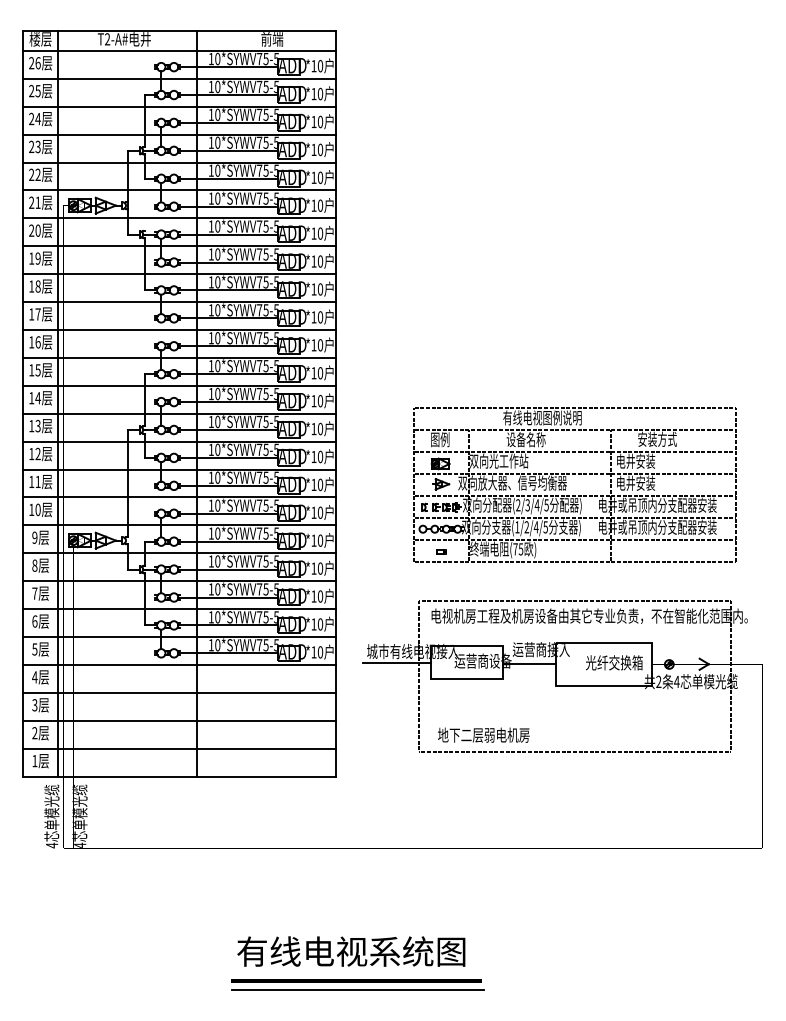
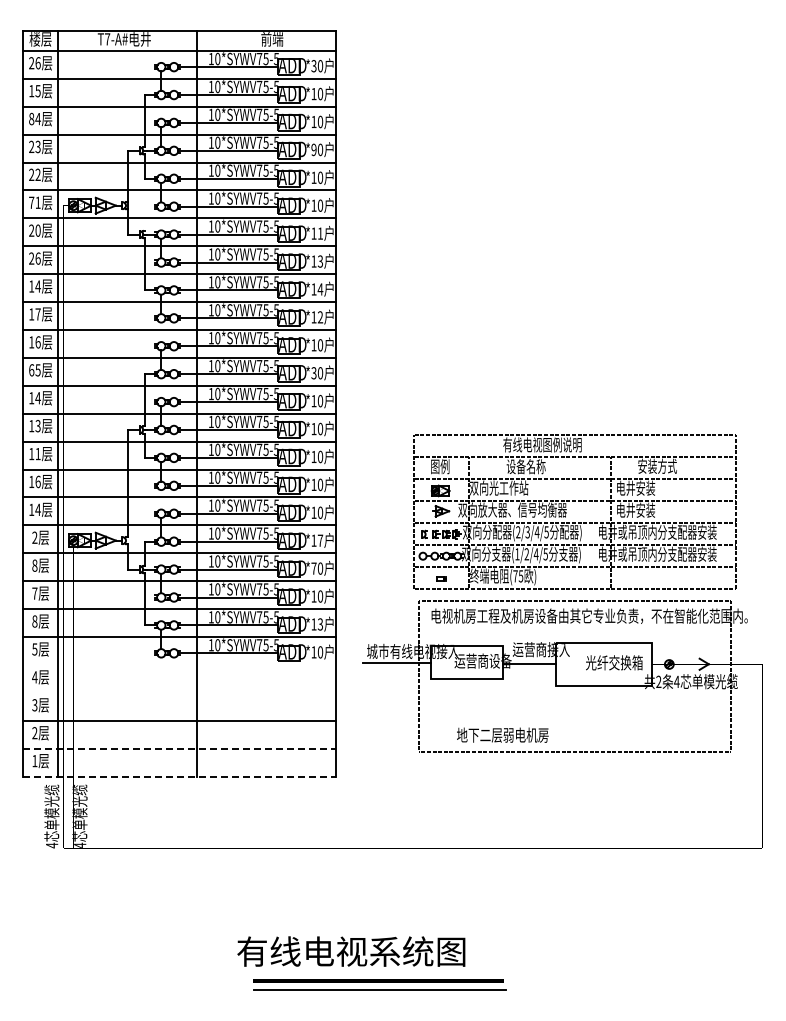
text at (107, 39): T2-A# -> T7-A#
text at (313, 66): *10 -> *30
text at (31, 90): 25 -> 15
text at (31, 119): 24 -> 84
text at (313, 149): *10 -> *90
text at (31, 202): 21 -> 71
text at (320, 233): *10 -> *11
text at (34, 258): 19 -> 26
text at (320, 261): *10 -> *13
text at (37, 286): 18 -> 14
text at (320, 289): *10 -> *14
text at (320, 317): *10 -> *12
text at (31, 370): 15 -> 65
text at (313, 373): *10 -> *30
text at (37, 453): 12 -> 11
text at (37, 481): 11 -> 16
part at (566, 483) position: (566, 483) -> (566, 510)
text at (37, 509): 10 -> 14
text at (34, 537): 9 -> 2
text at (320, 540): *10 -> *17
text at (313, 568): *10 -> *70
text at (34, 621): 6 -> 8
text at (320, 624): *10 -> *13
line at (179, 665): present -> none
line at (179, 692): present -> none
text at (483, 734) position: (483, 734) -> (502, 734)
line at (180, 748): solid -> dashed
line at (180, 776): solid -> dashed
part at (357, 984) position: (357, 984) -> (379, 984)
